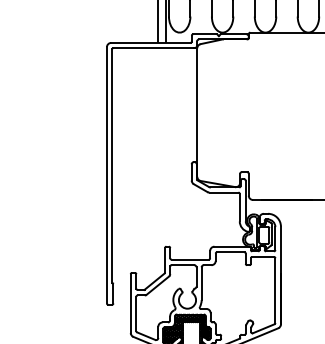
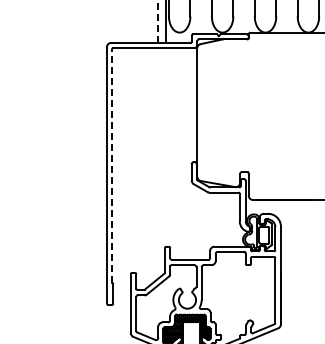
line at (157, 21): solid -> dashed
line at (112, 166): solid -> dashed
